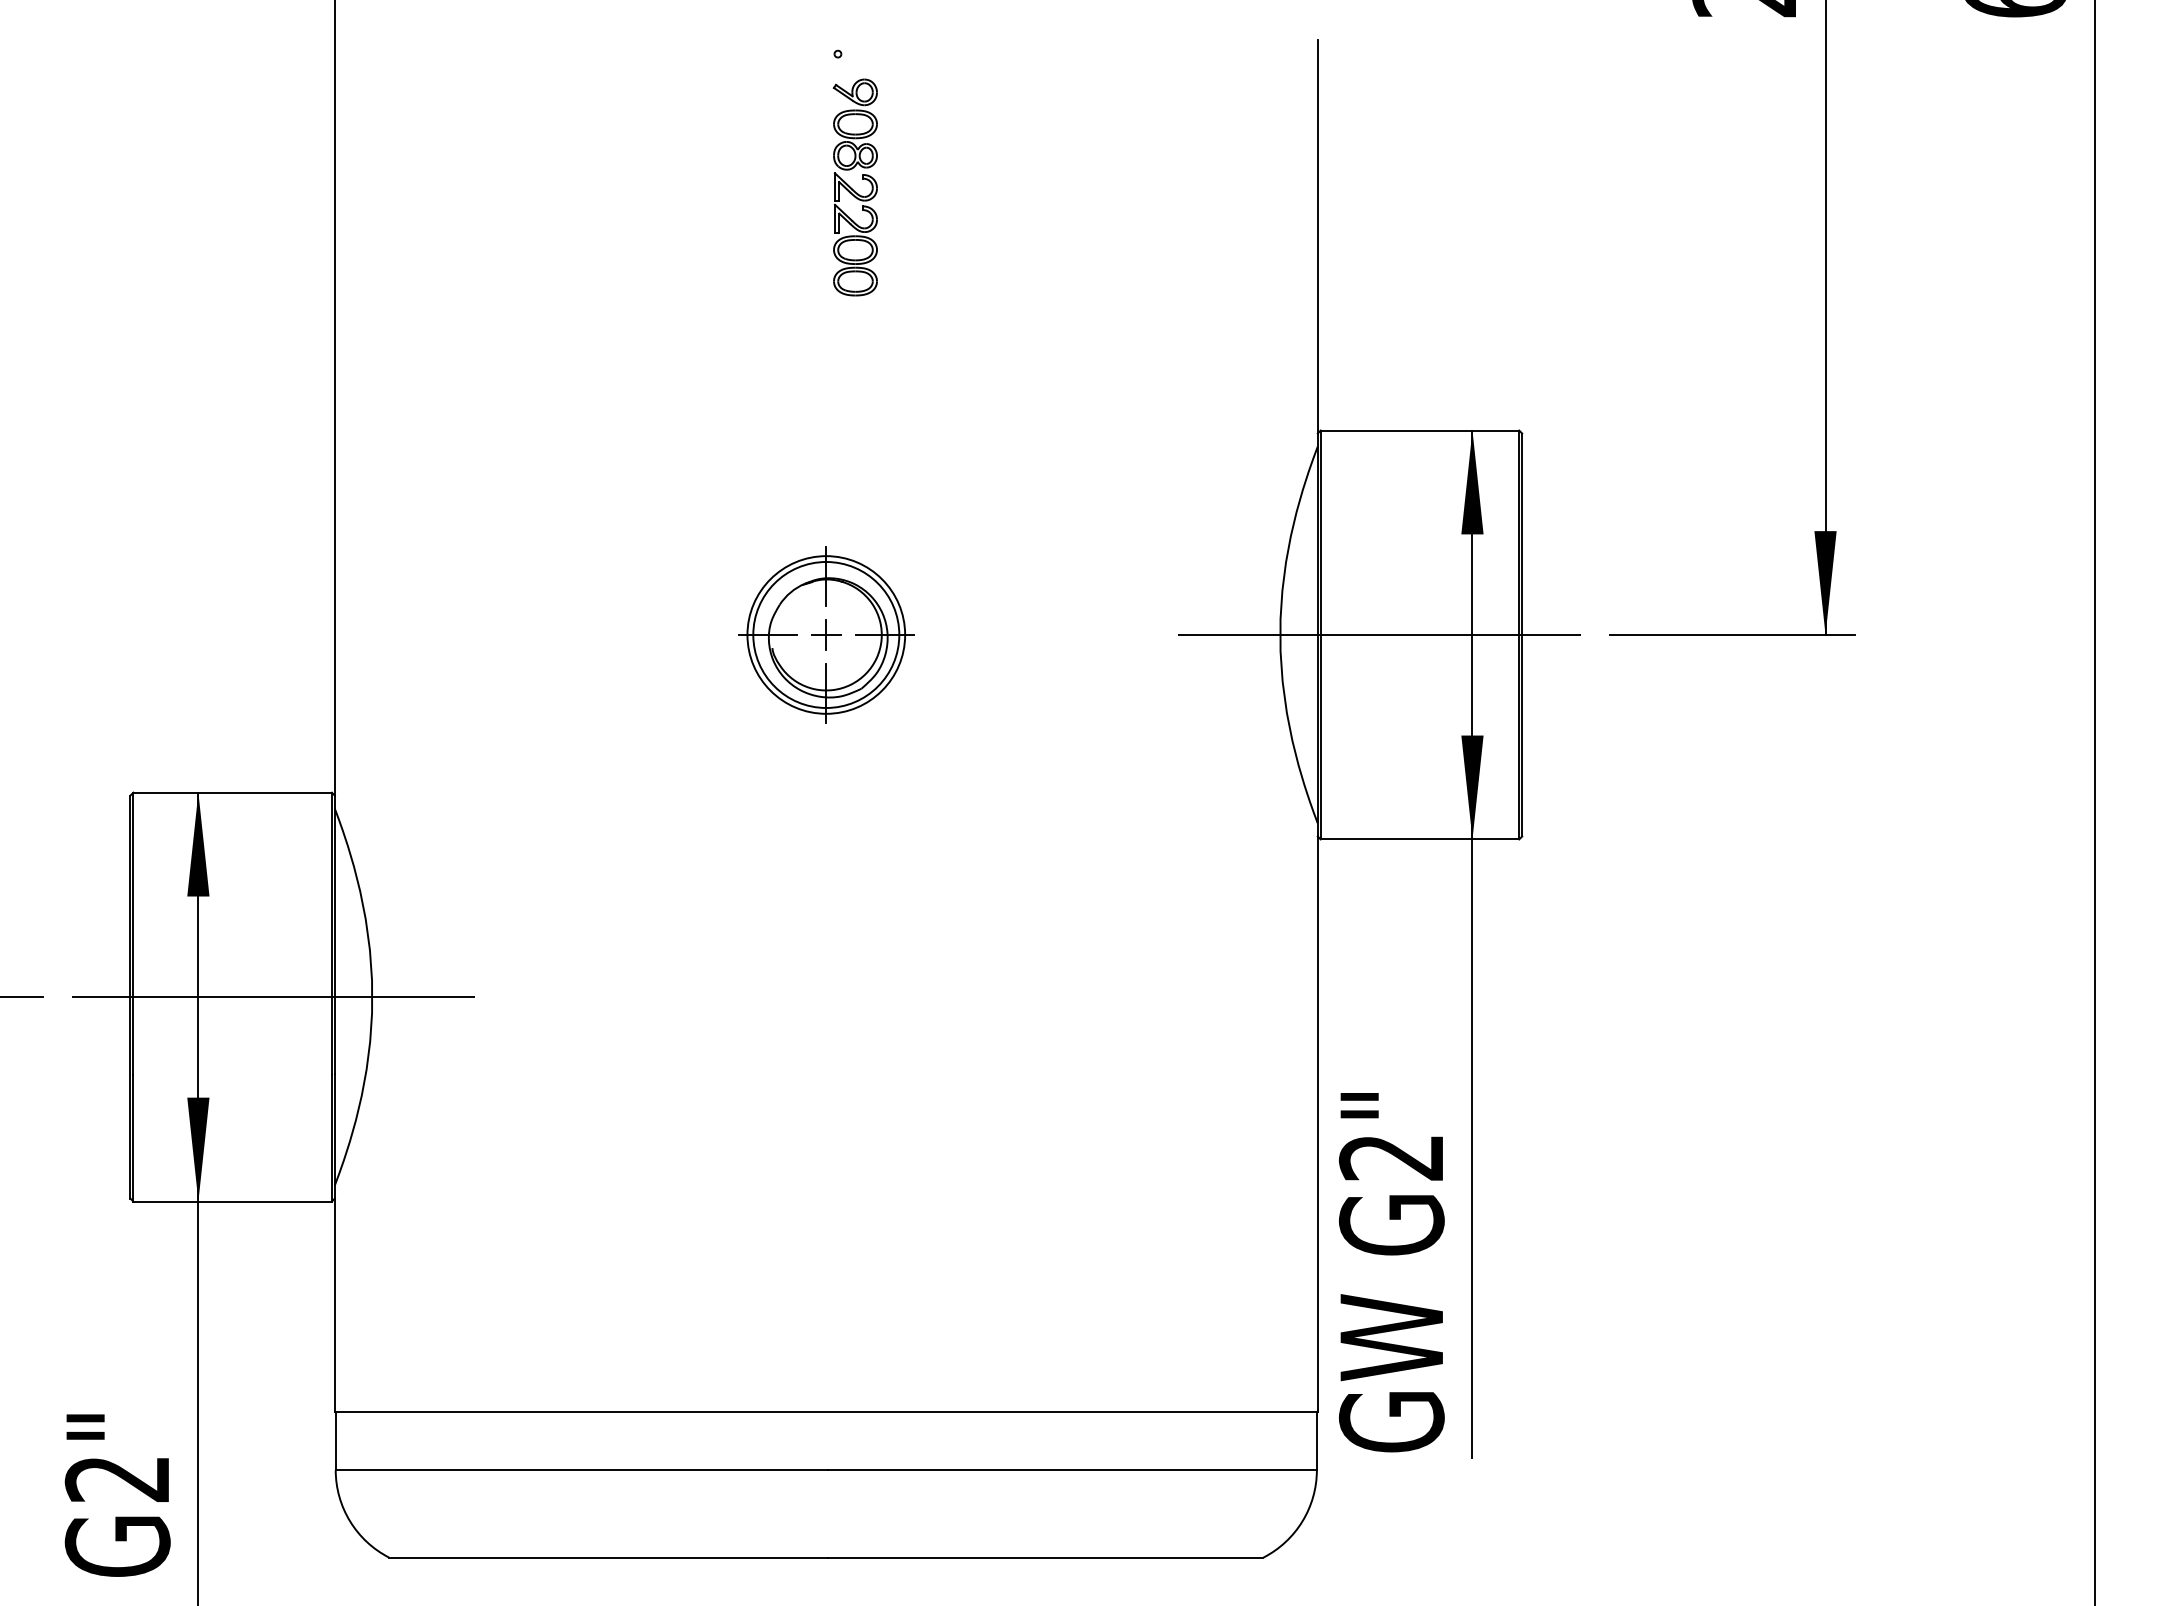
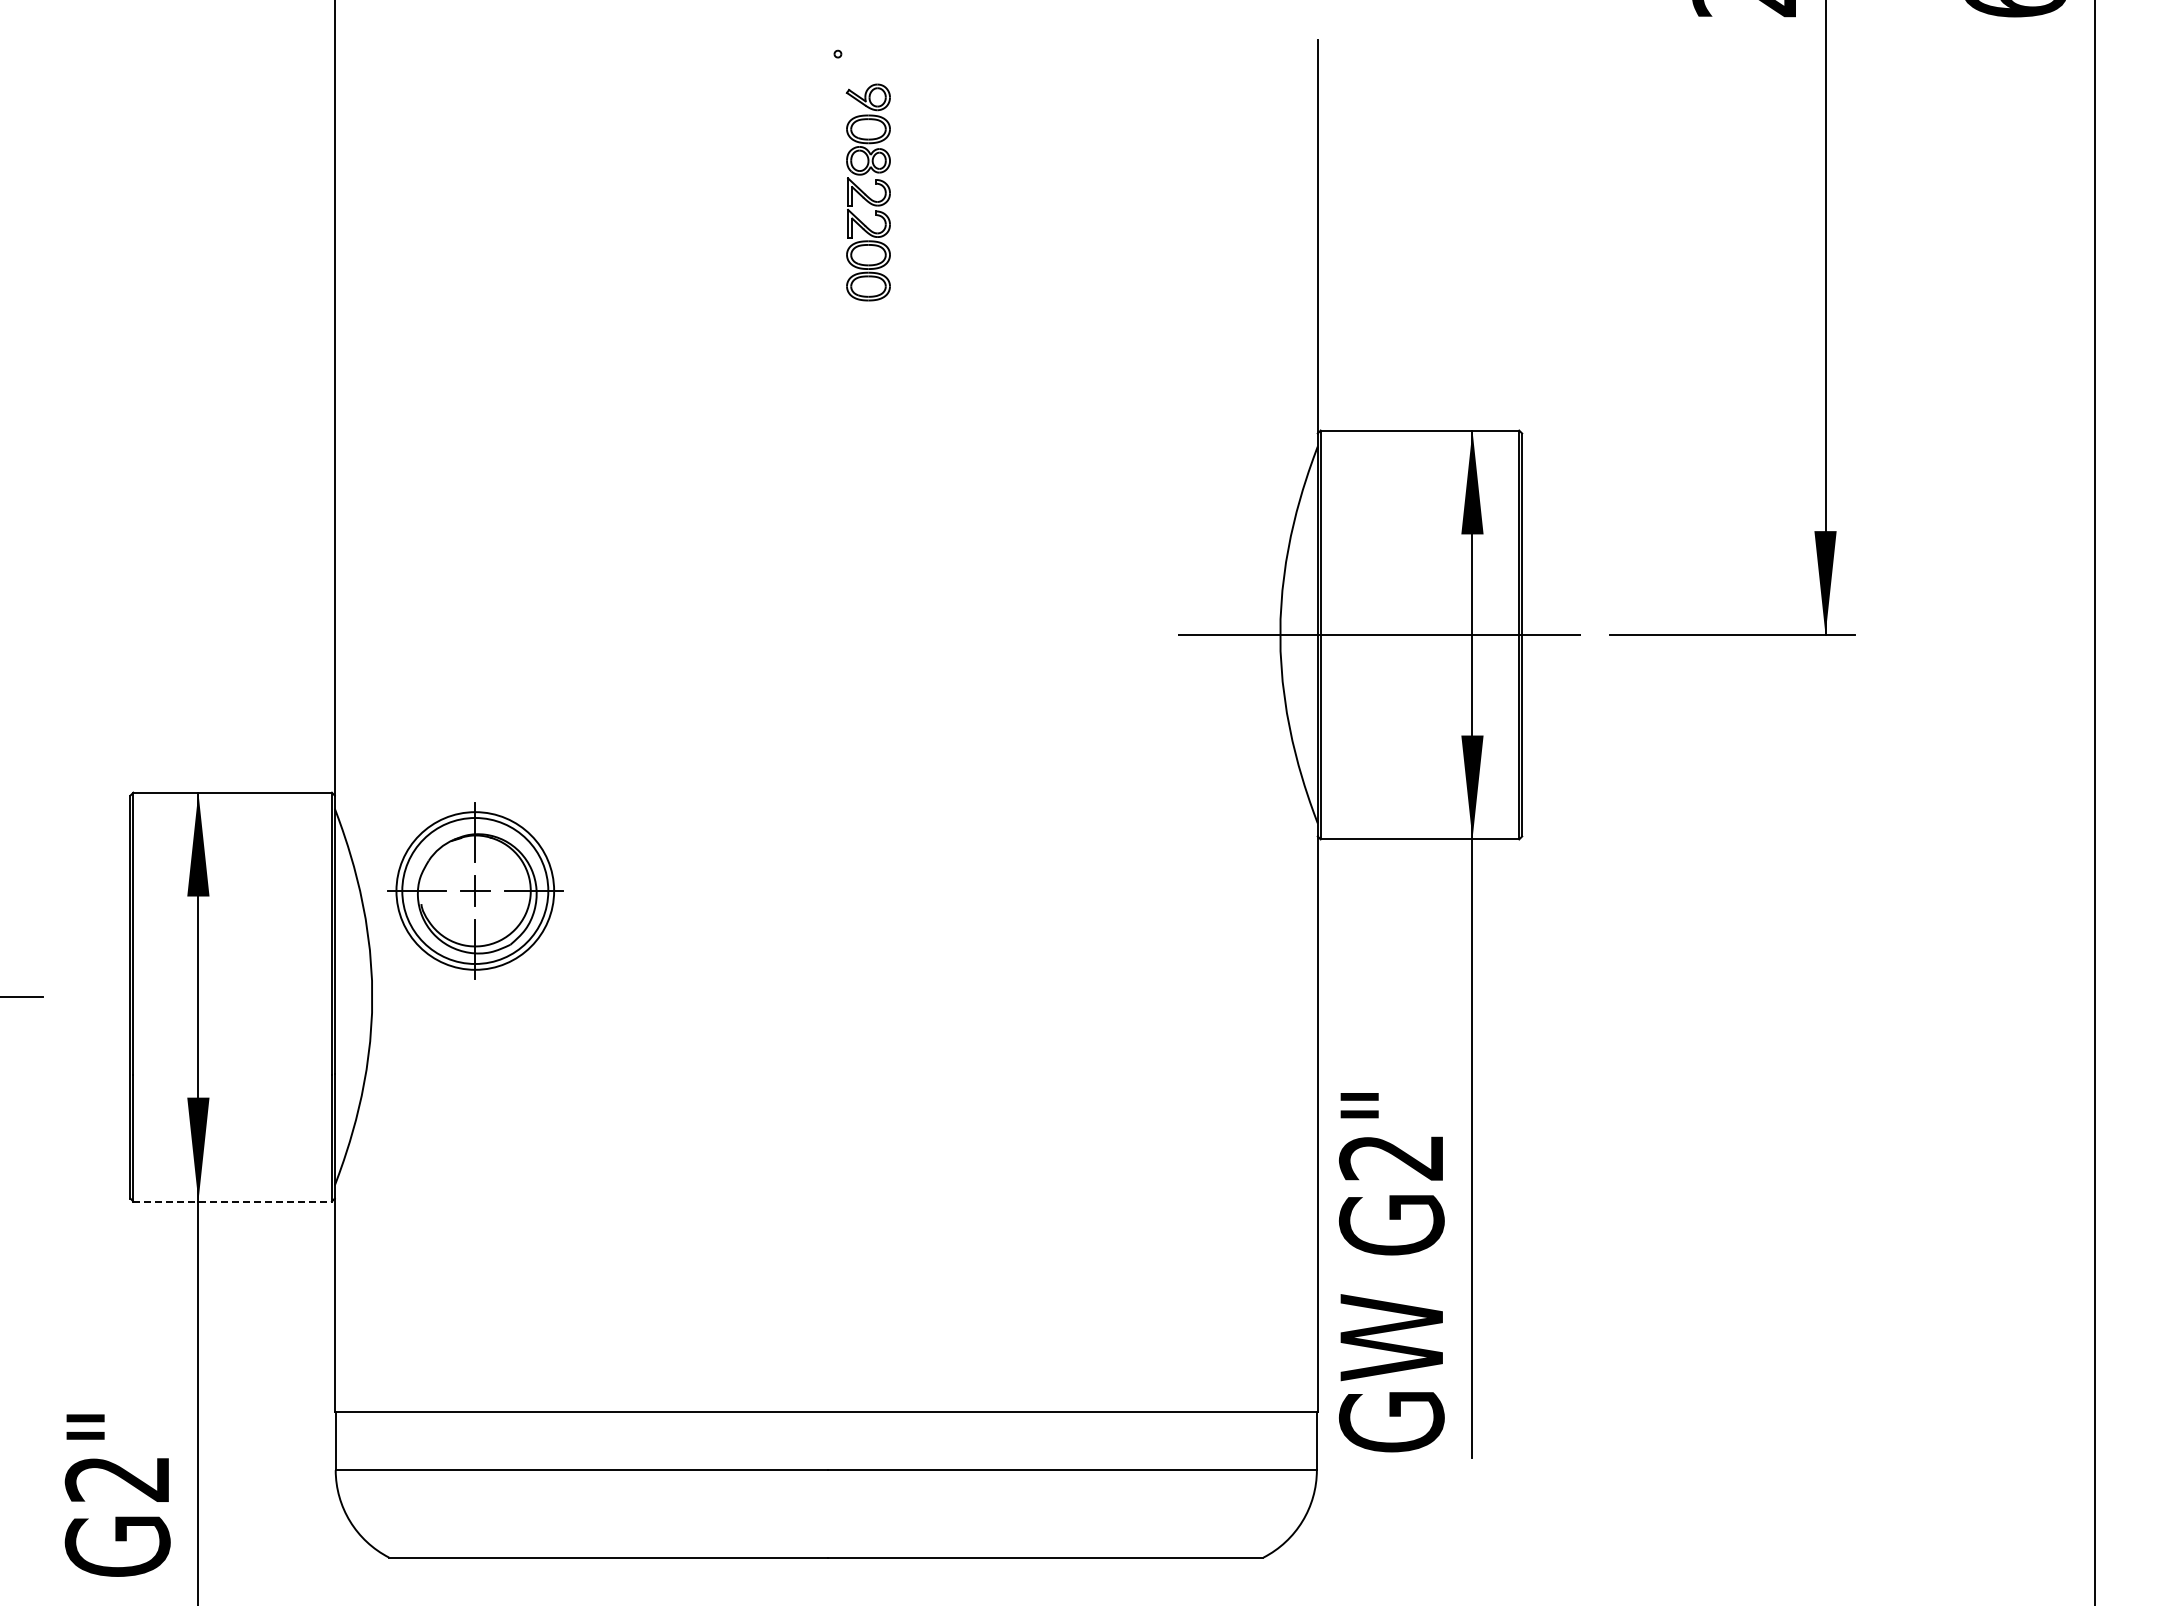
part at (854, 187) position: (854, 187) -> (867, 192)
part at (826, 634) position: (826, 634) -> (475, 890)
line at (273, 997): present -> none
line at (233, 1201): solid -> dashed
